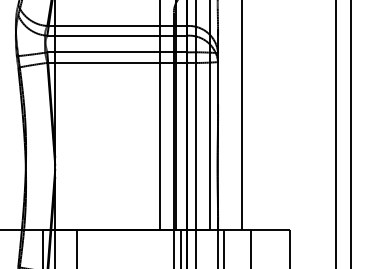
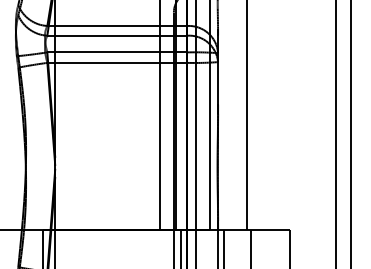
line at (242, 115) position: (242, 115) -> (247, 115)
line at (76, 247): present -> none
